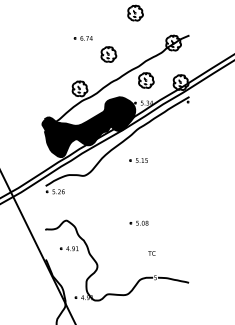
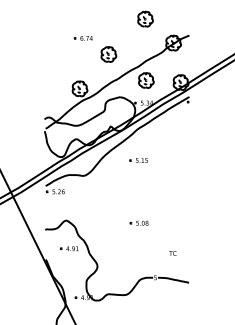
part at (135, 12) position: (135, 12) -> (145, 18)
fill at (88, 127): present -> none
text at (151, 253) position: (151, 253) -> (172, 253)
